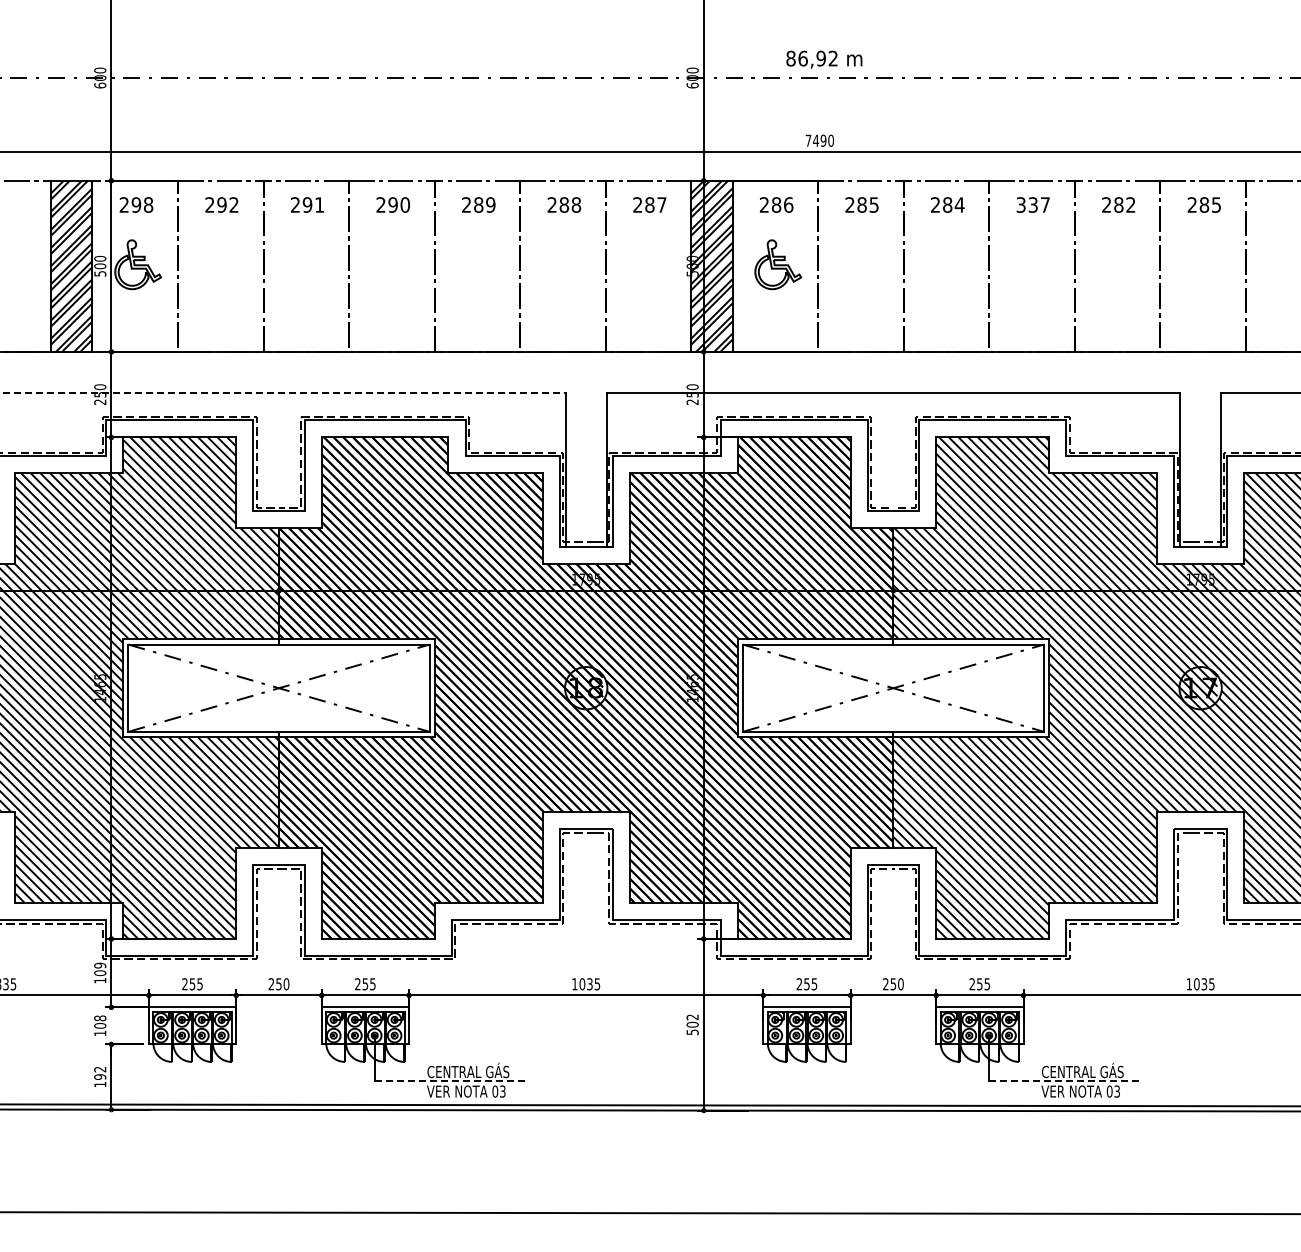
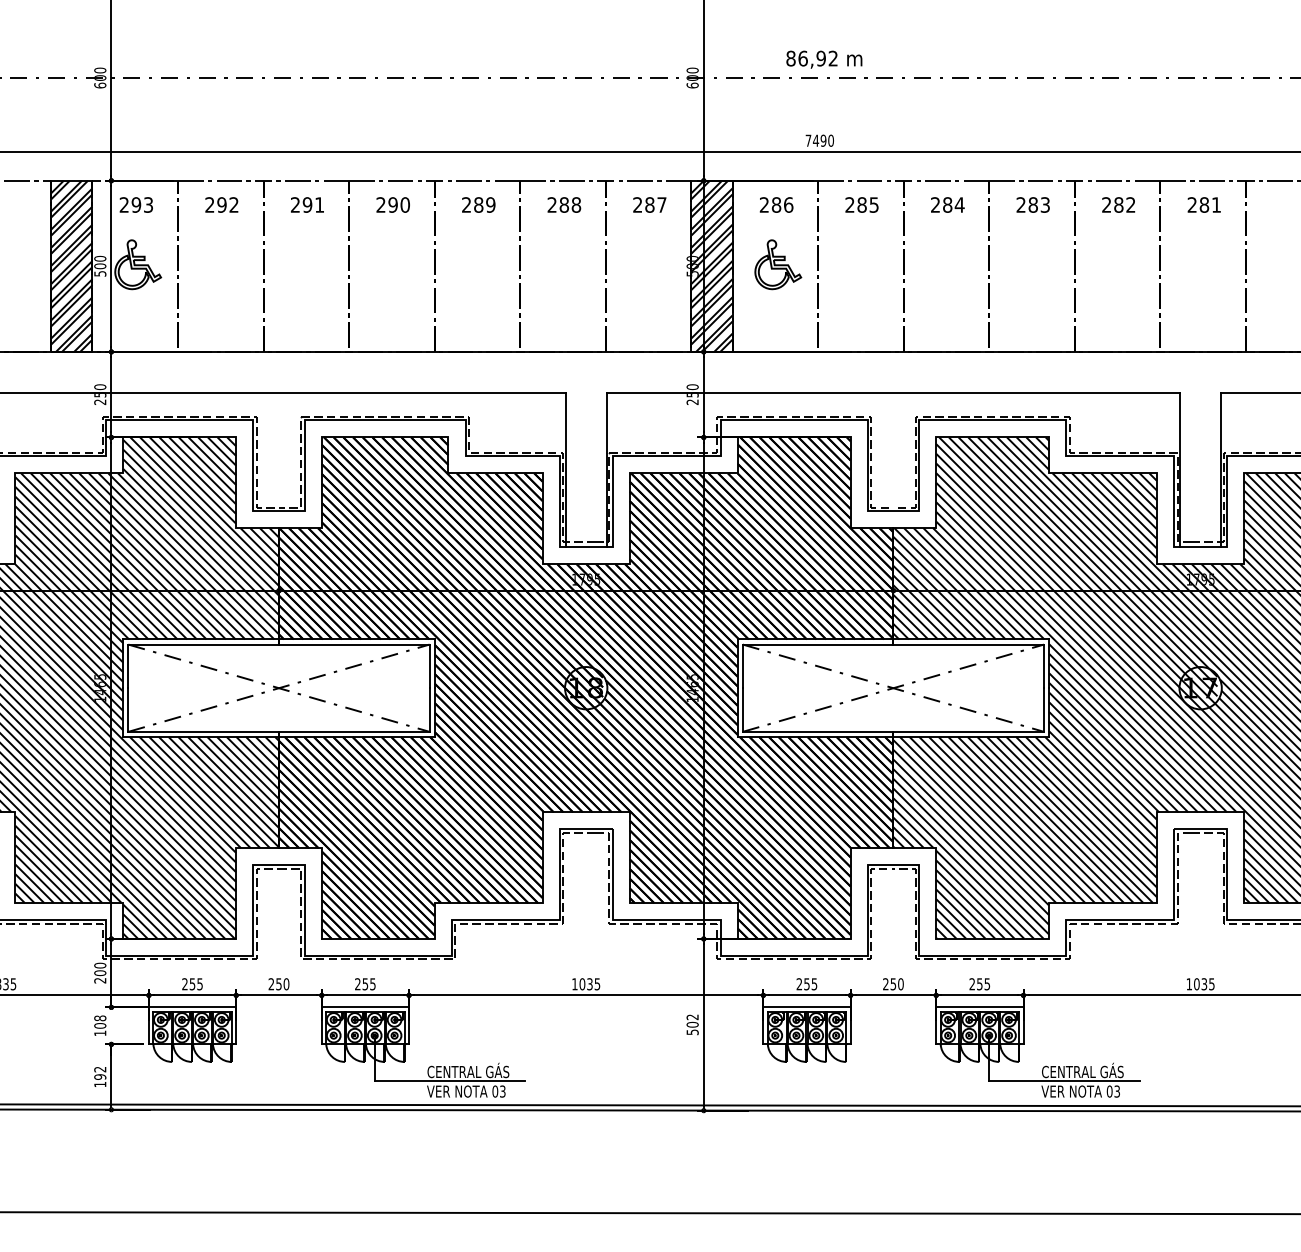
text at (148, 204): 298 -> 293
text at (1032, 204): 337 -> 283
text at (1216, 204): 285 -> 281
line at (282, 392): dashed -> solid
text at (100, 972): 109 -> 200
line at (450, 1081): dashed -> solid
line at (1064, 1081): dashed -> solid
